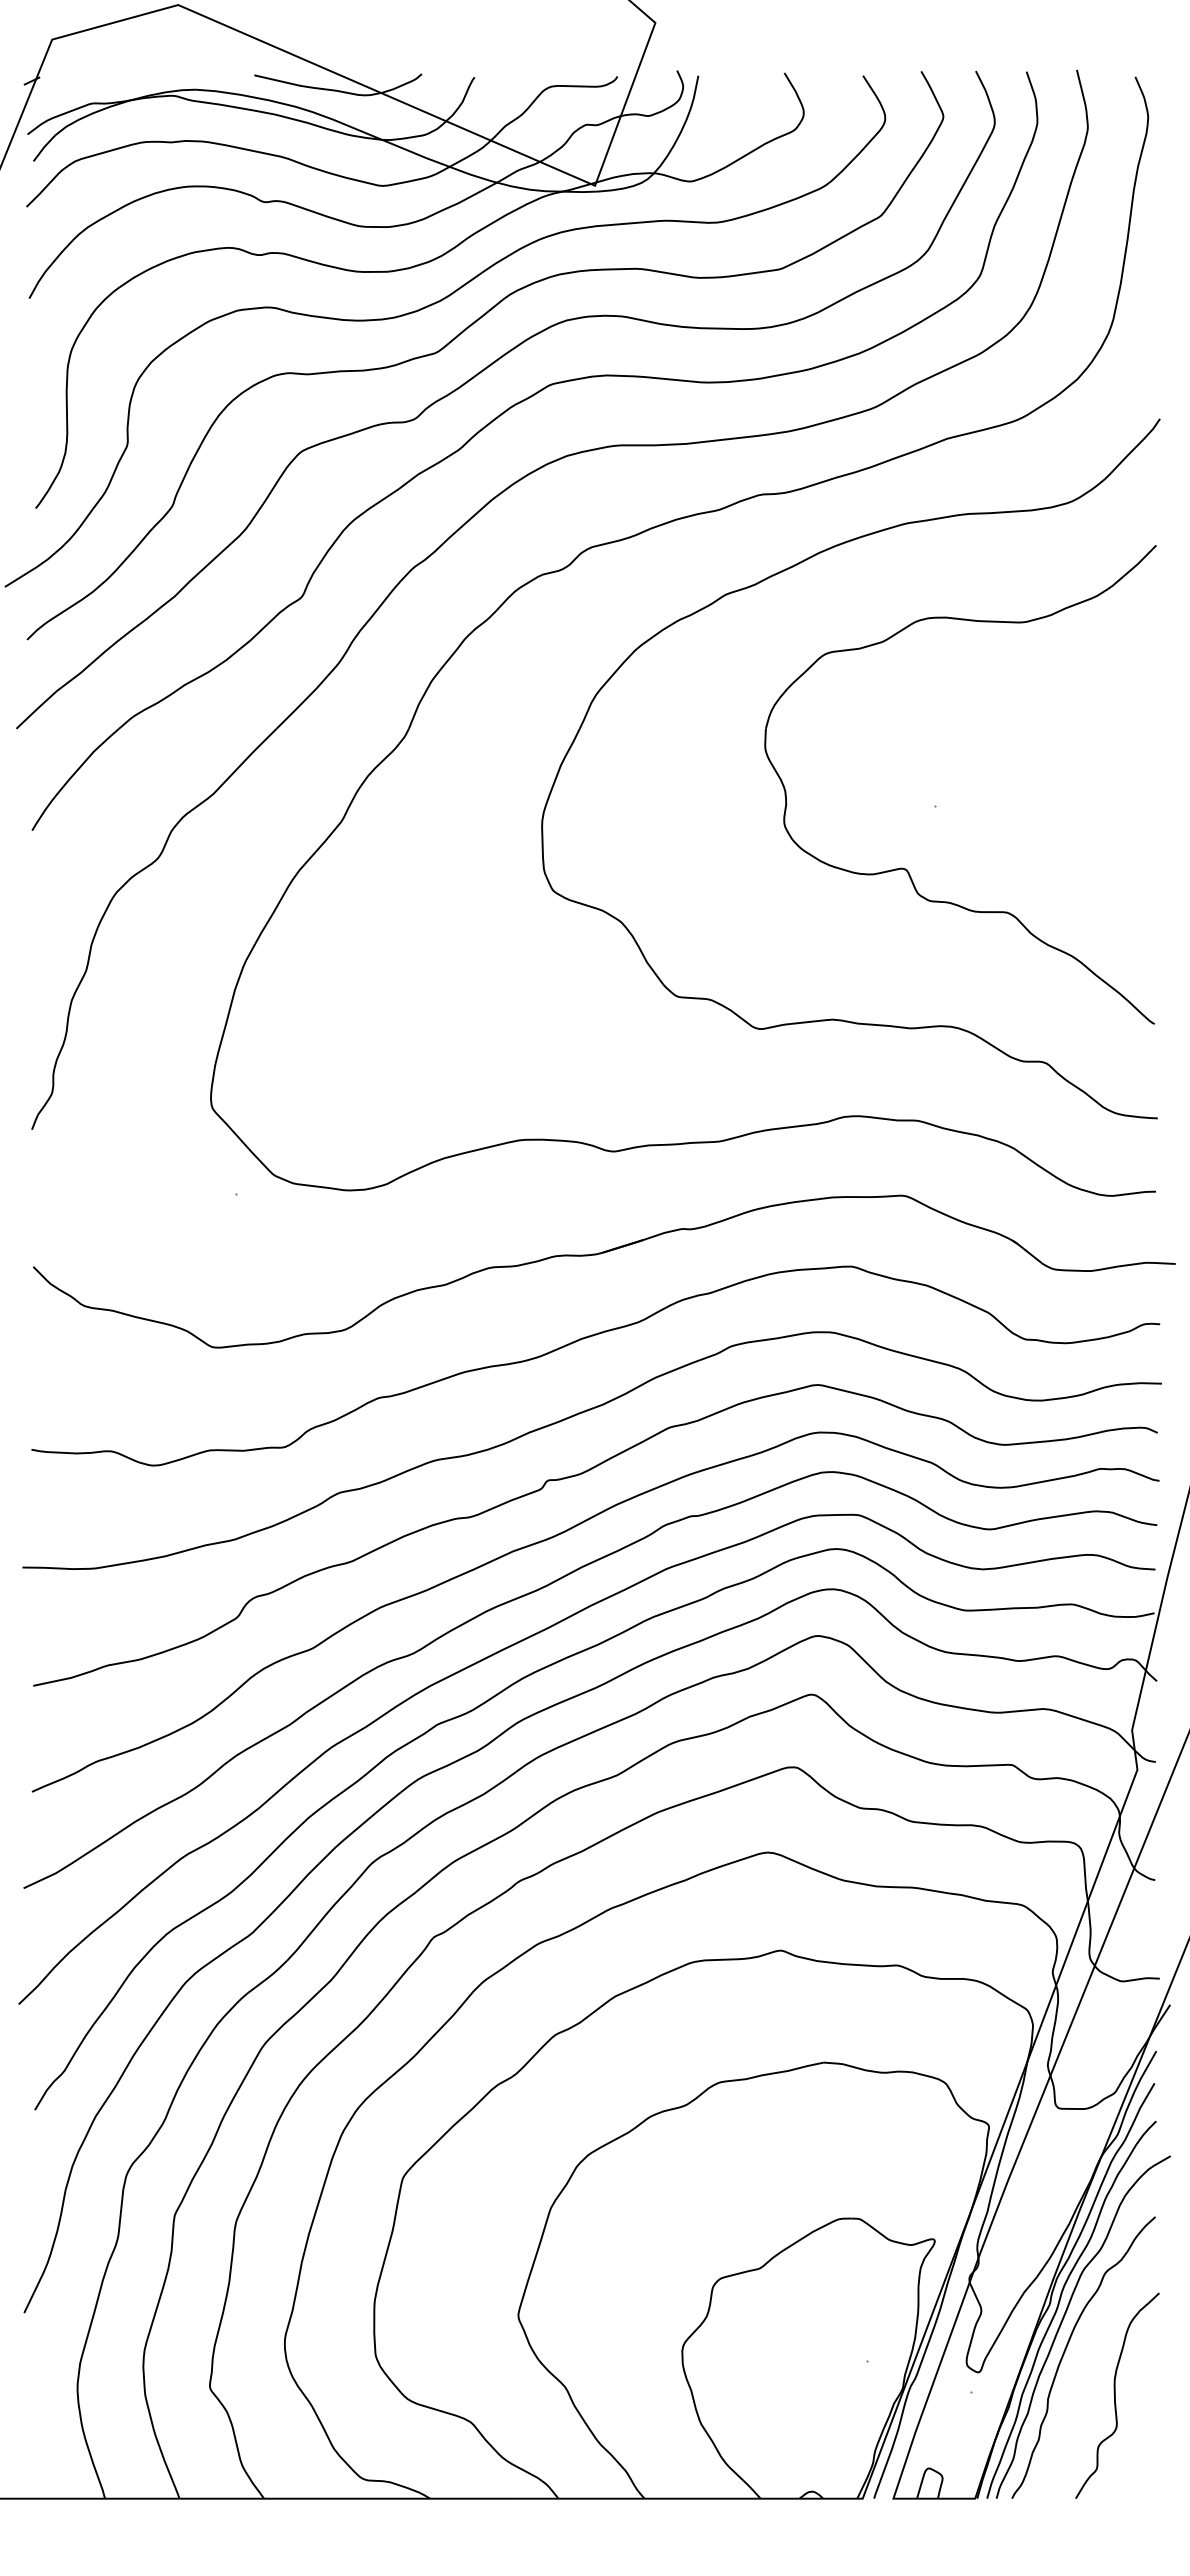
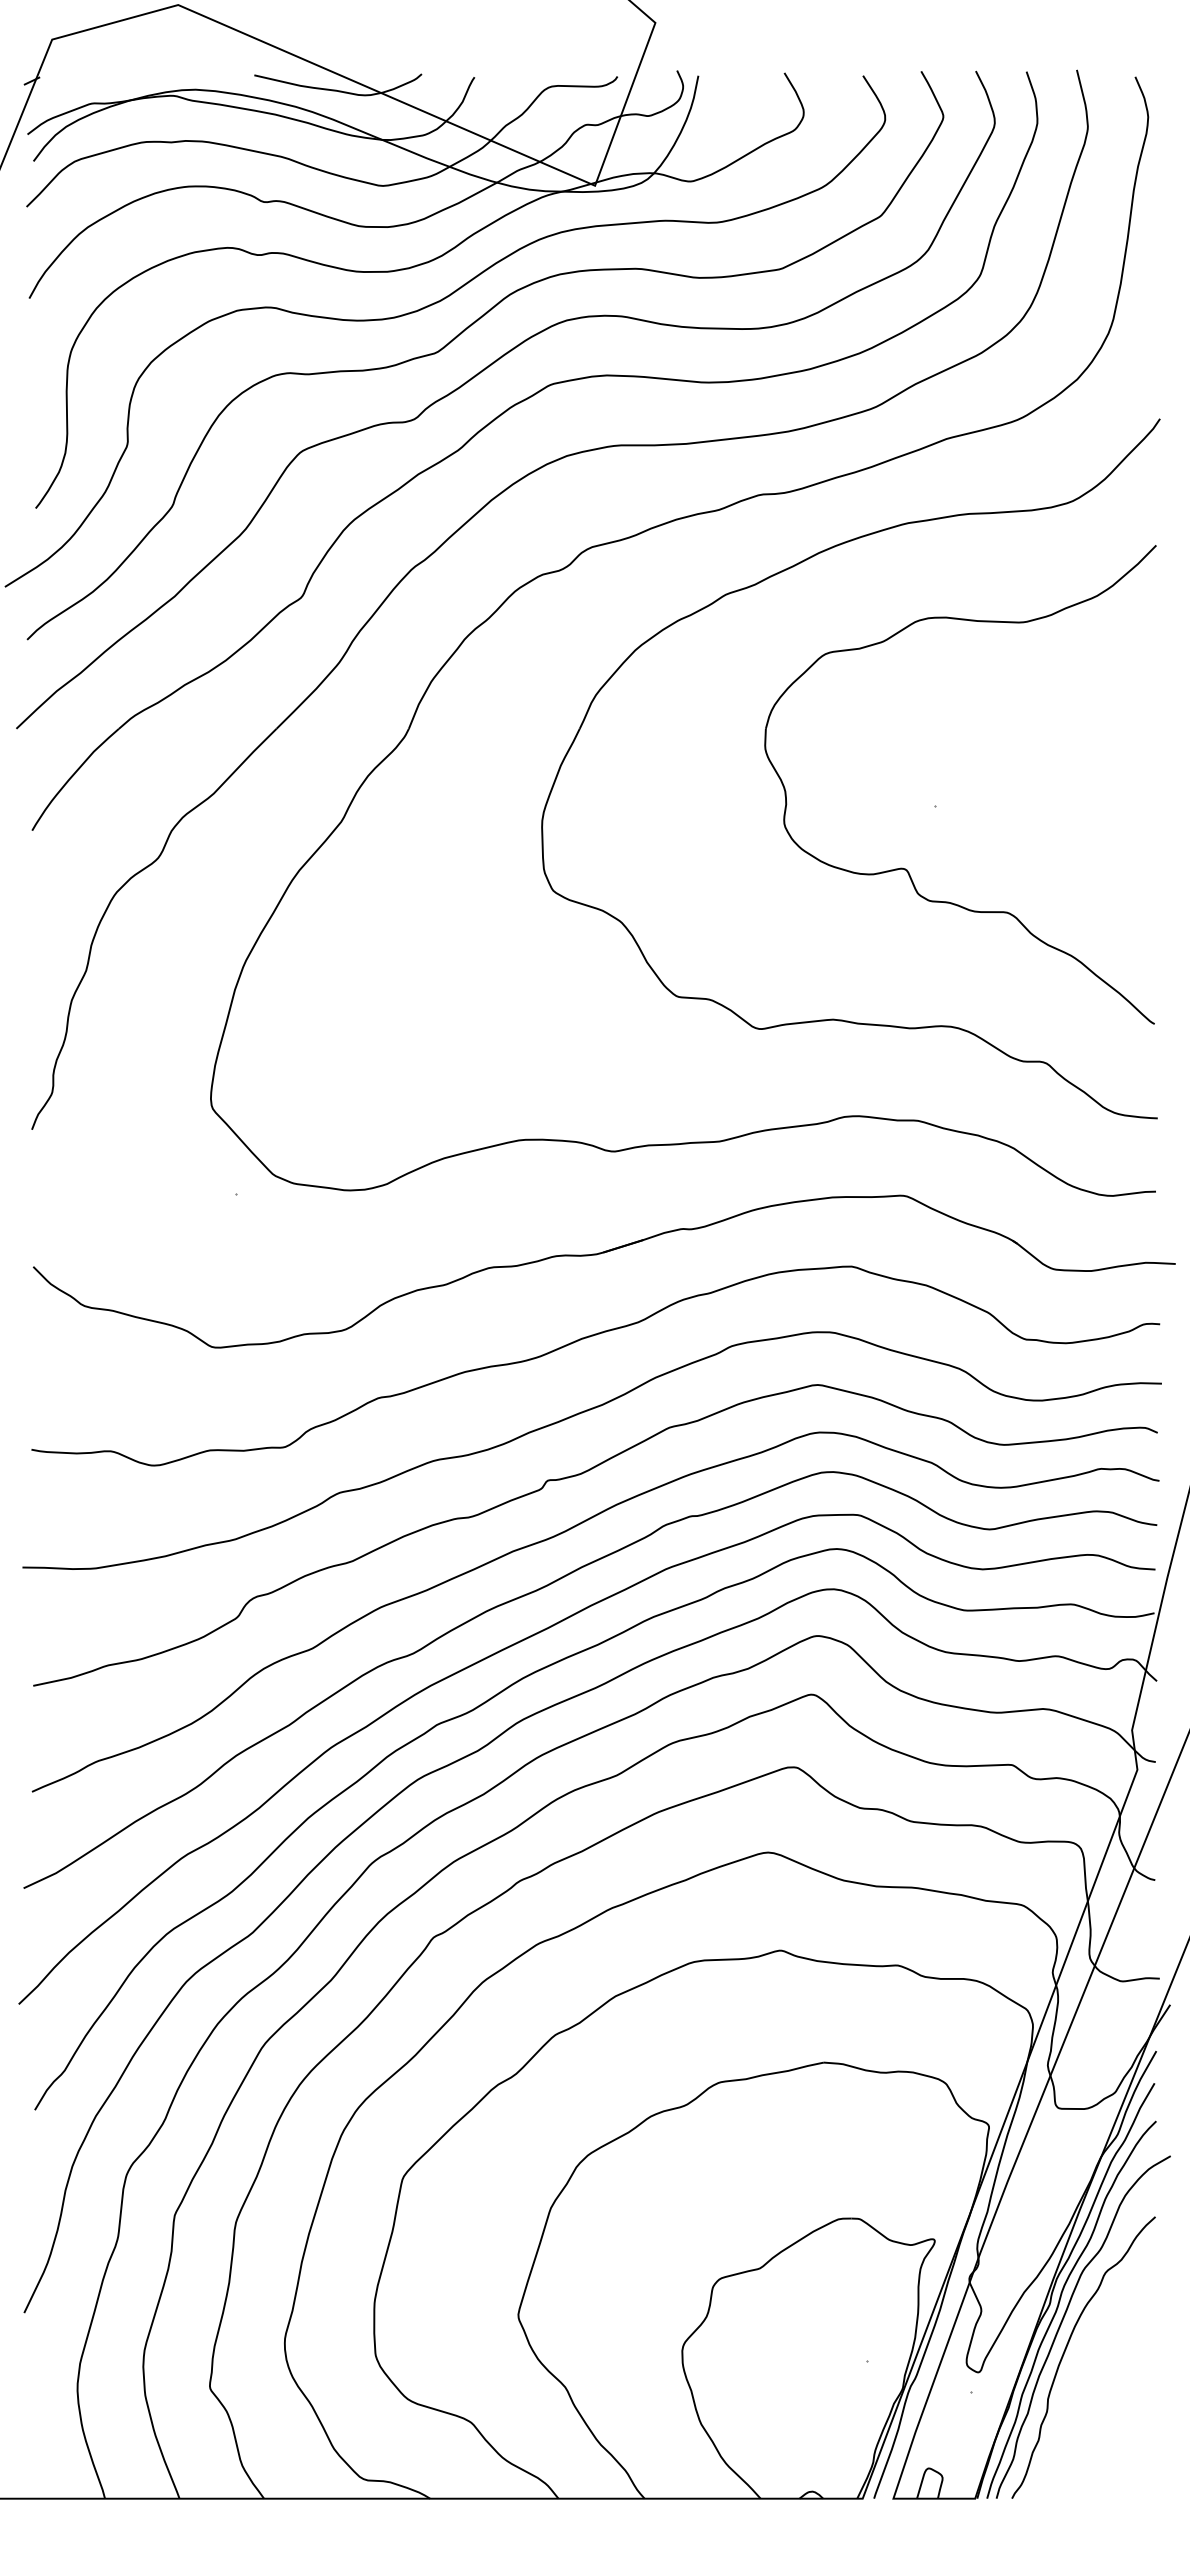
curve at (1115, 2395): present -> none
